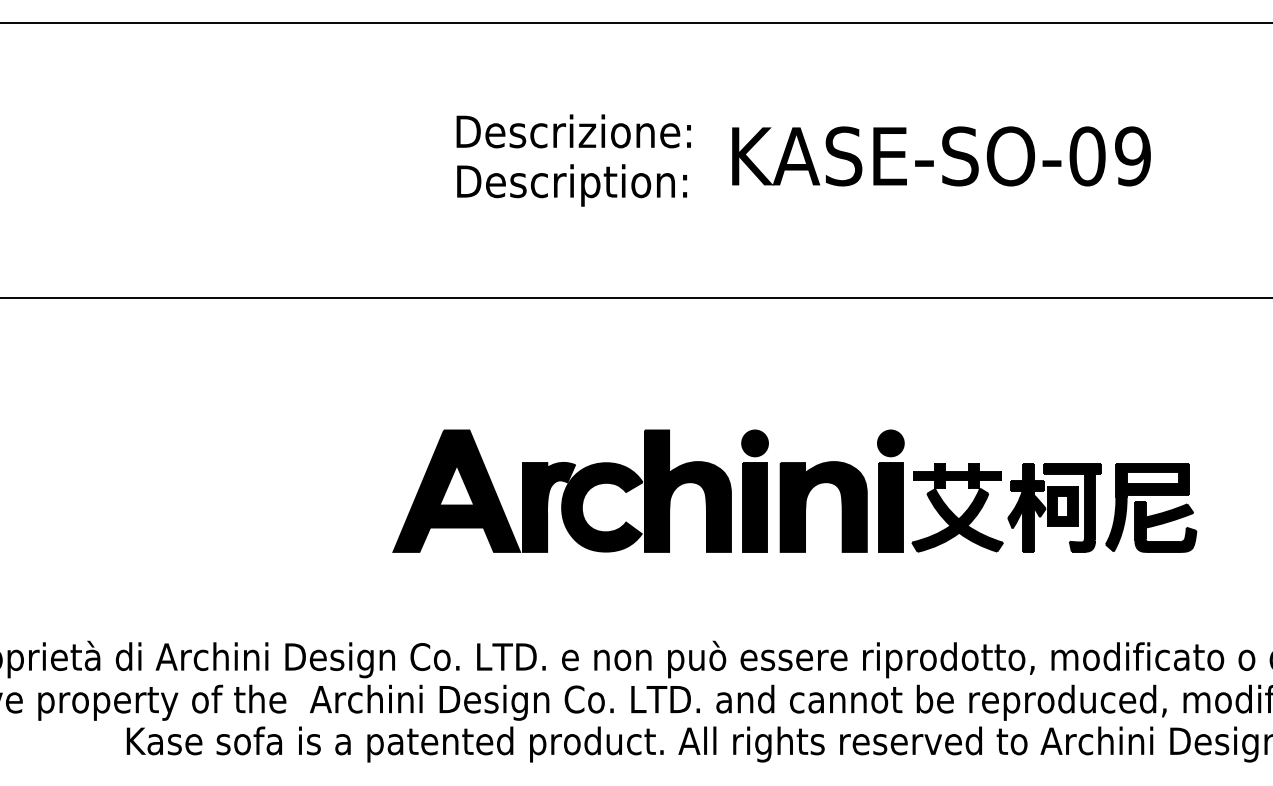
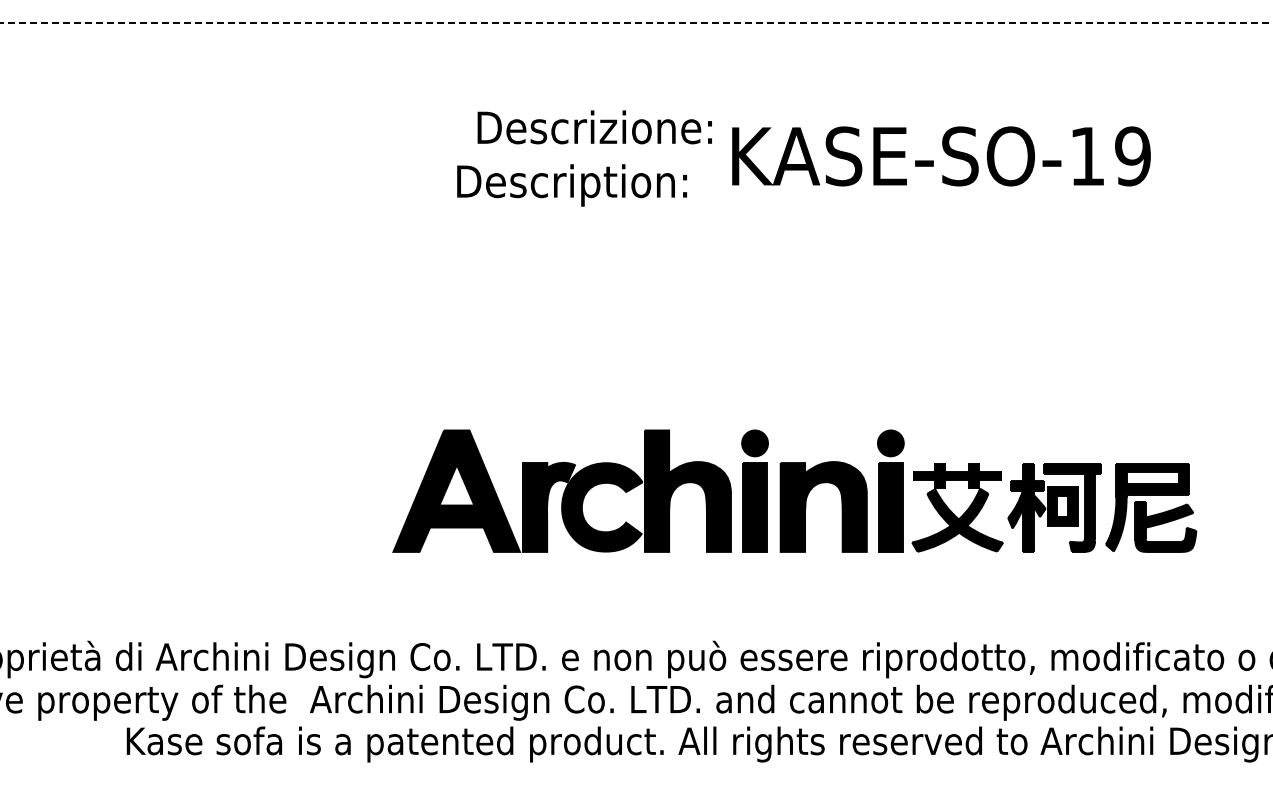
line at (636, 23): solid -> dashed
text at (573, 131) position: (573, 131) -> (594, 127)
text at (1087, 156): KASE-SO-09 -> KASE-SO-19
line at (635, 297): present -> none
